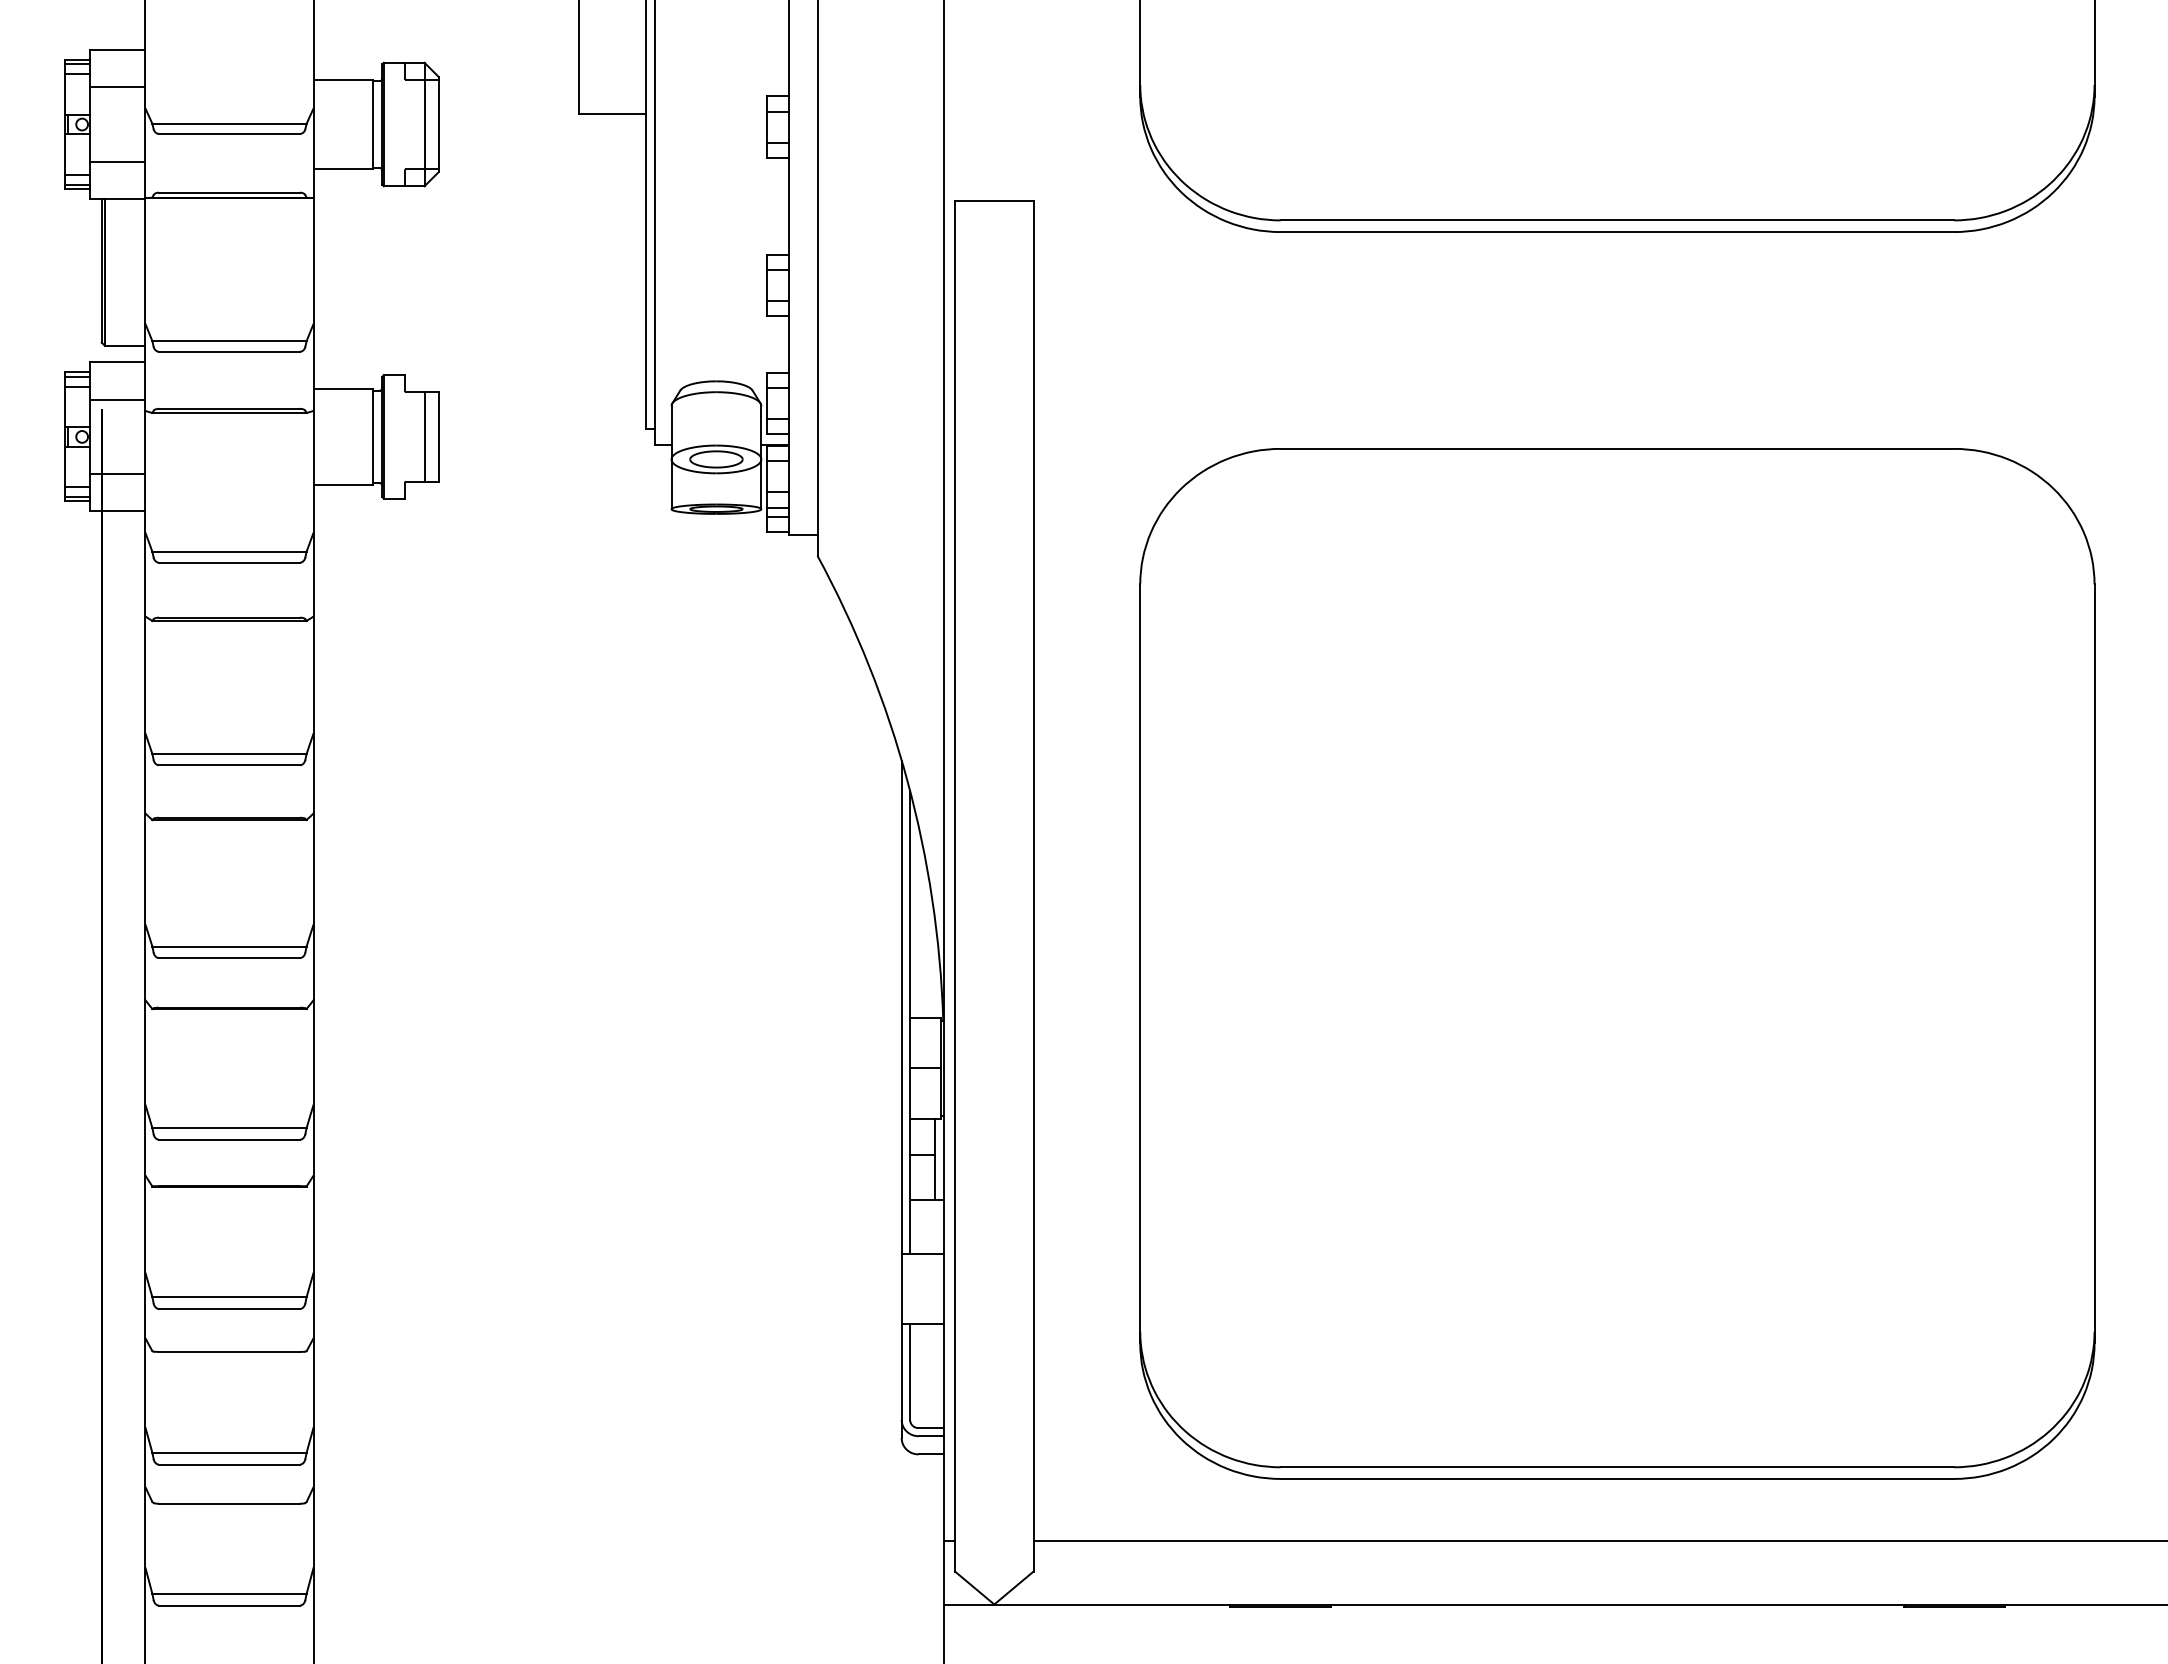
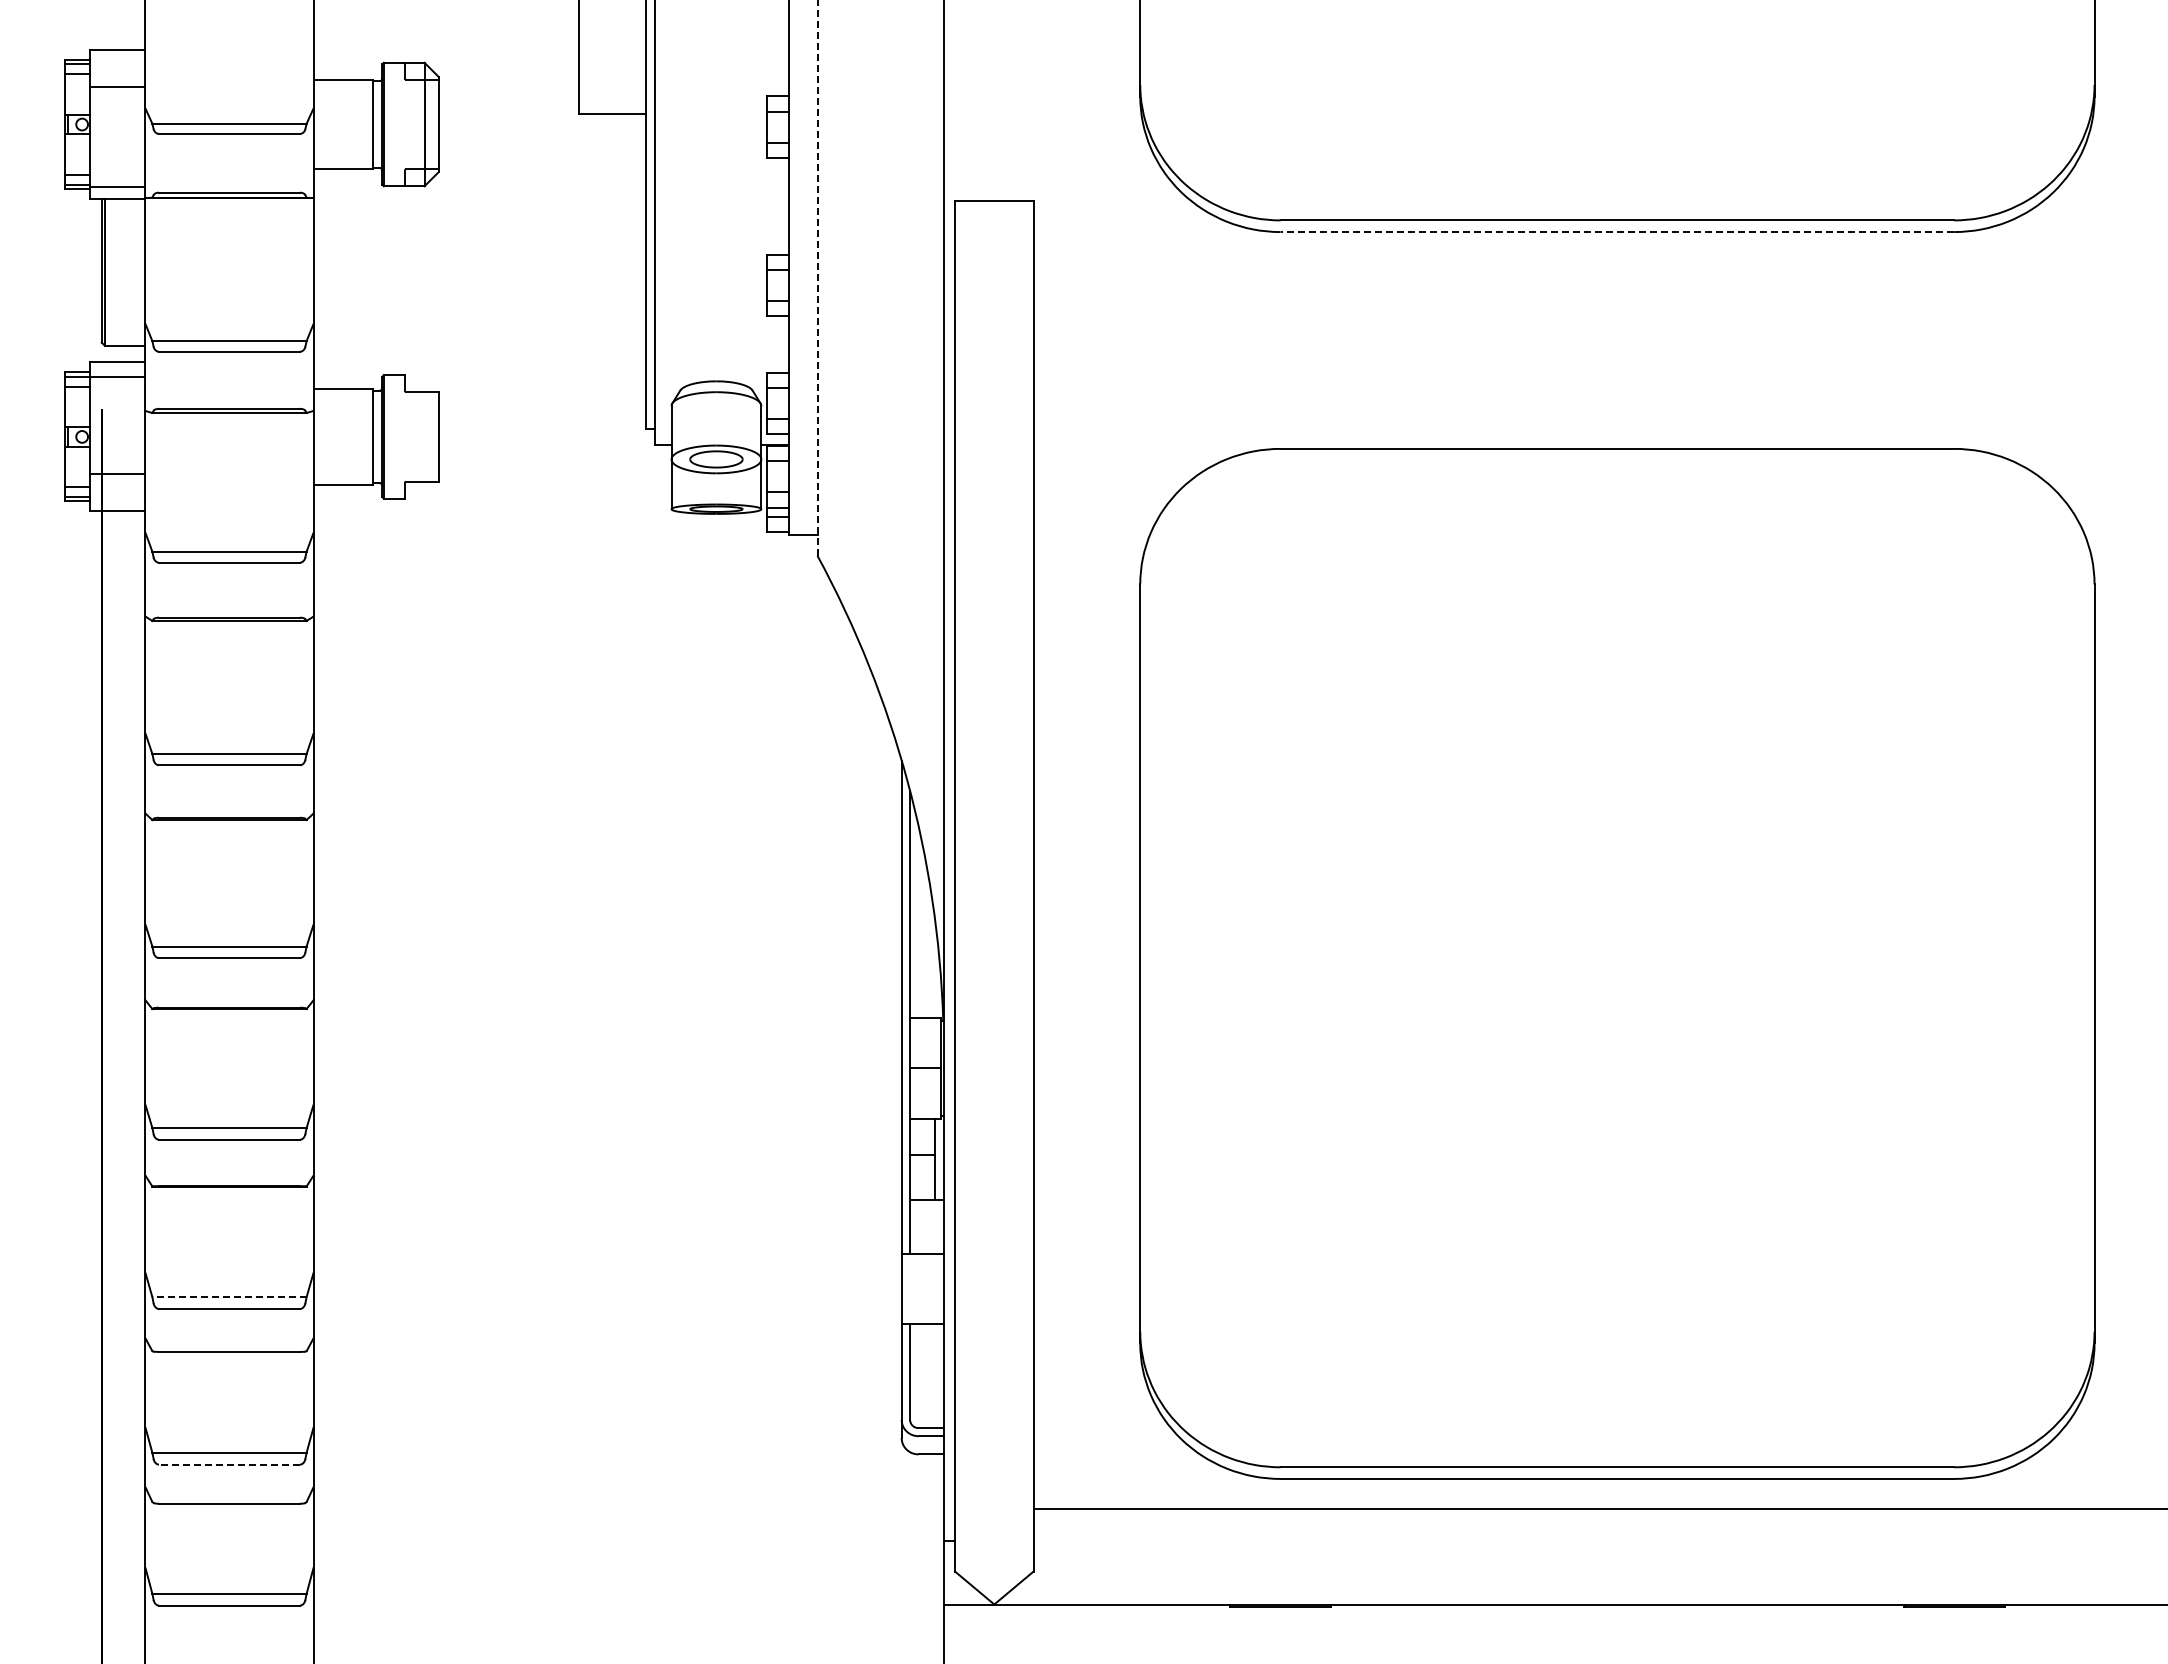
line at (117, 161) position: (117, 161) -> (117, 186)
line at (1617, 232): solid -> dashed
line at (817, 277): solid -> dashed
line at (117, 399) position: (117, 399) -> (117, 376)
line at (424, 436): present -> none
line at (229, 1297): solid -> dashed
line at (229, 1464): solid -> dashed
line at (1598, 1541) position: (1598, 1541) -> (1598, 1509)
